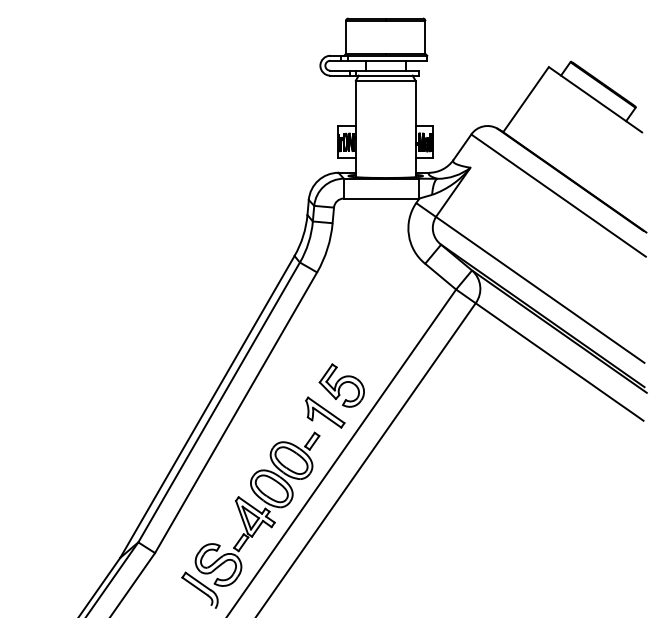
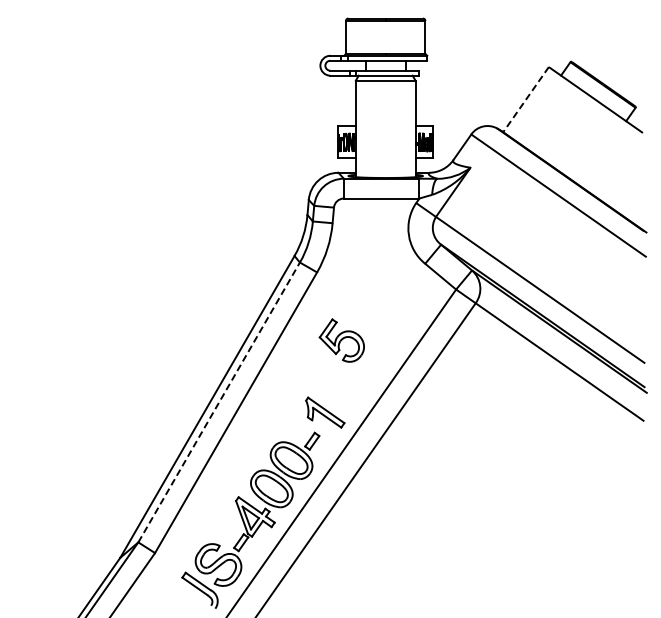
line at (526, 99): solid -> dashed
part at (341, 385) position: (341, 385) -> (341, 340)
line at (219, 402): solid -> dashed
